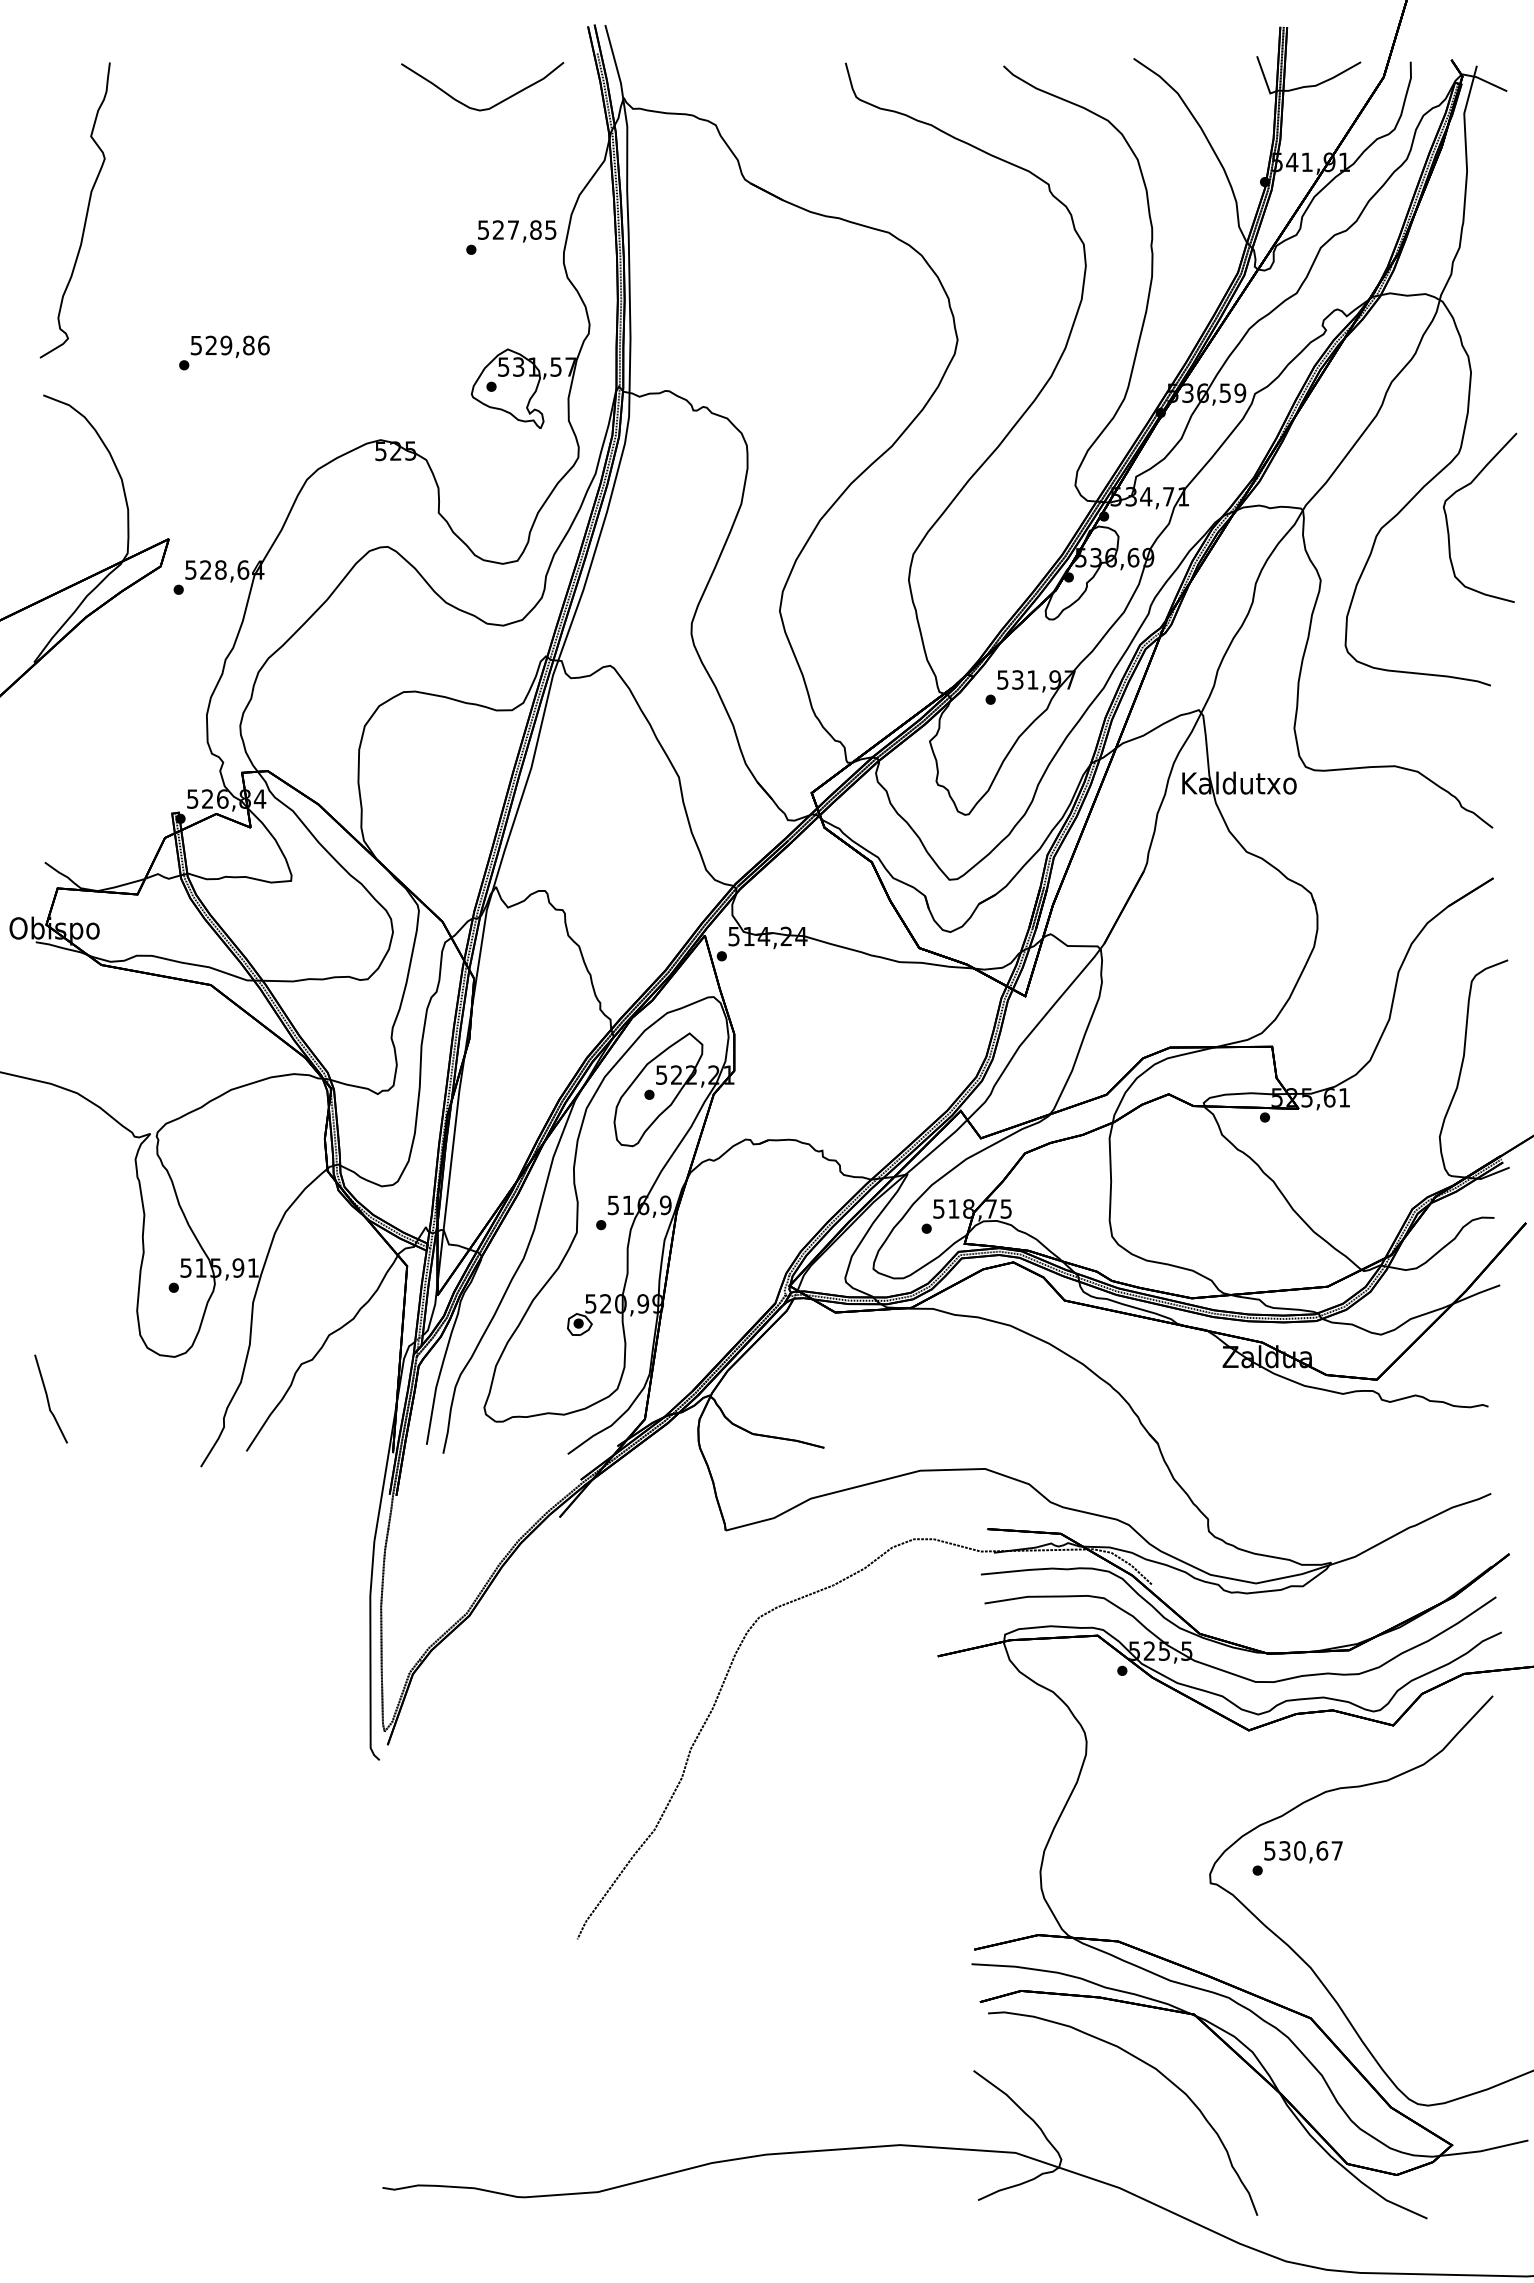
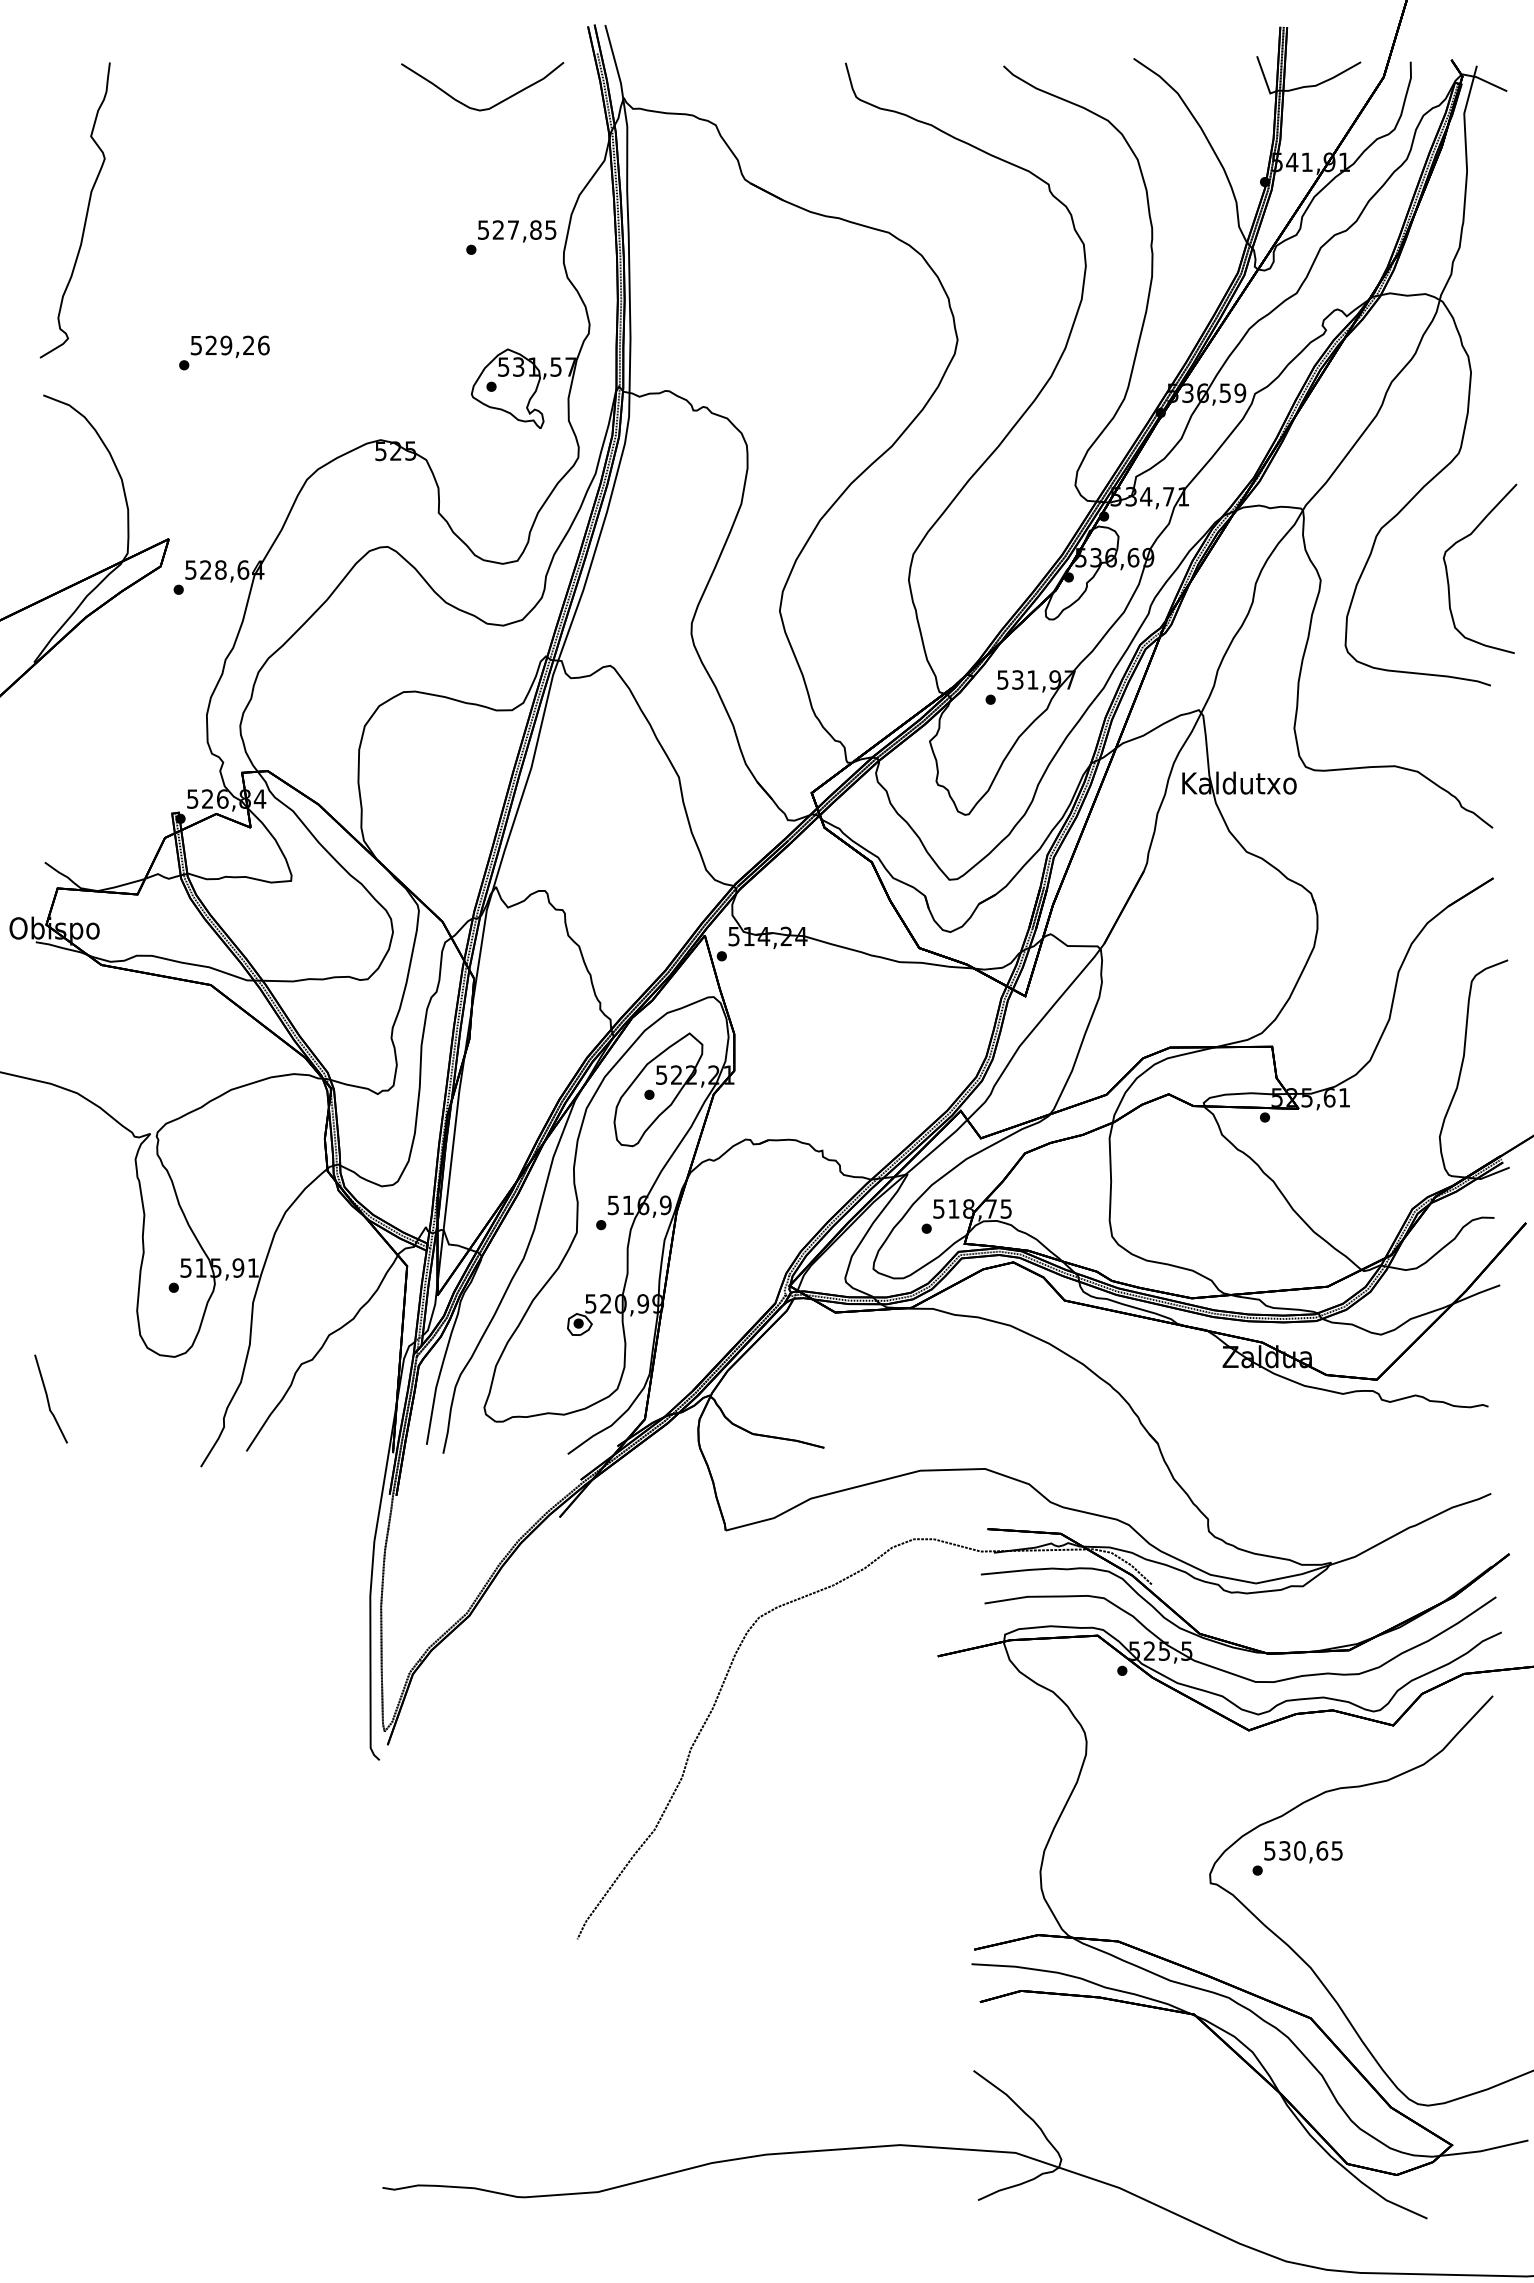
text at (248, 345): 529,86 -> 529,26
curve at (1448, 524) position: (1448, 524) -> (1448, 575)
text at (1336, 1850): 530,67 -> 530,65
curve at (1147, 2065): present -> none
